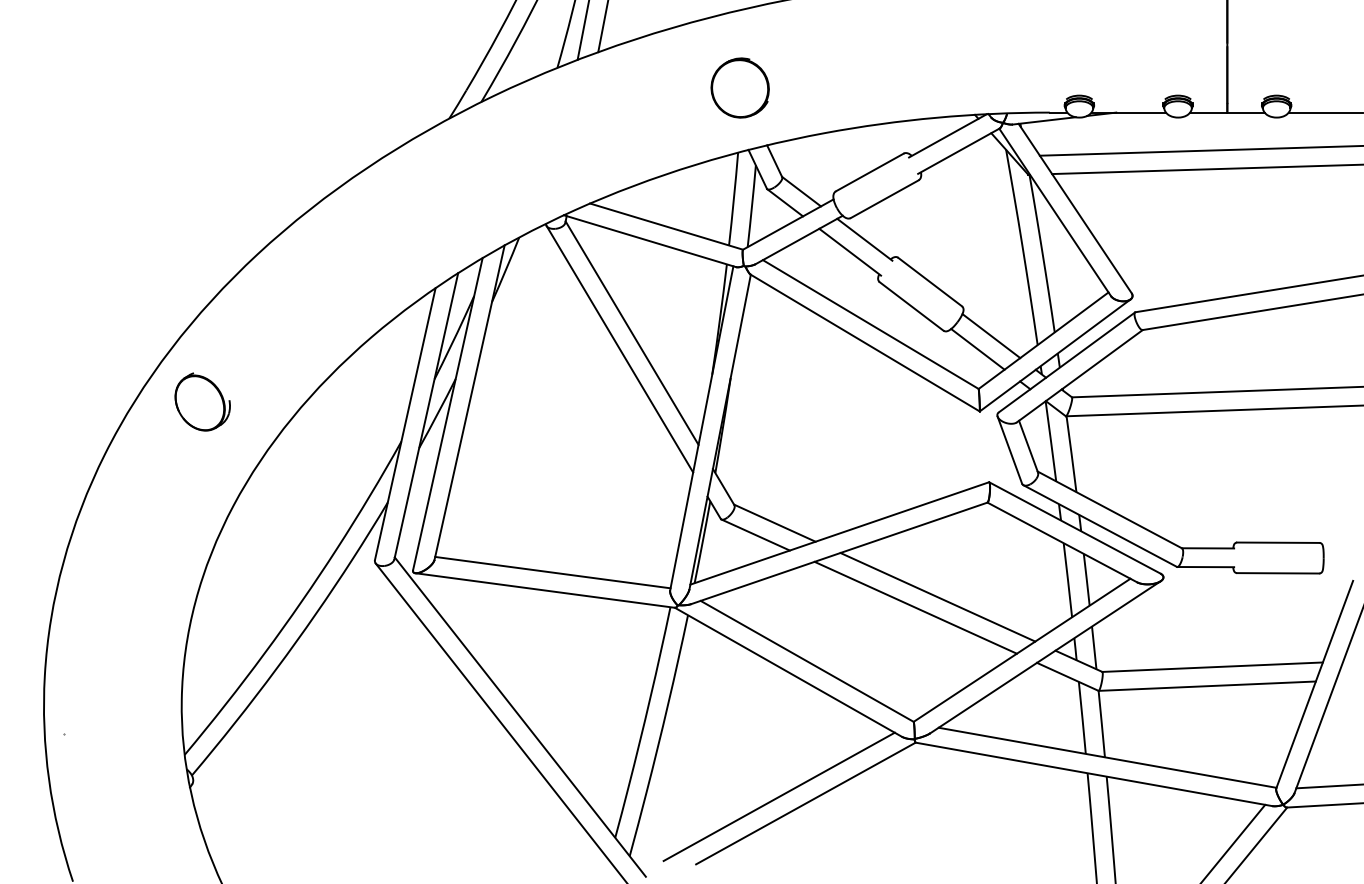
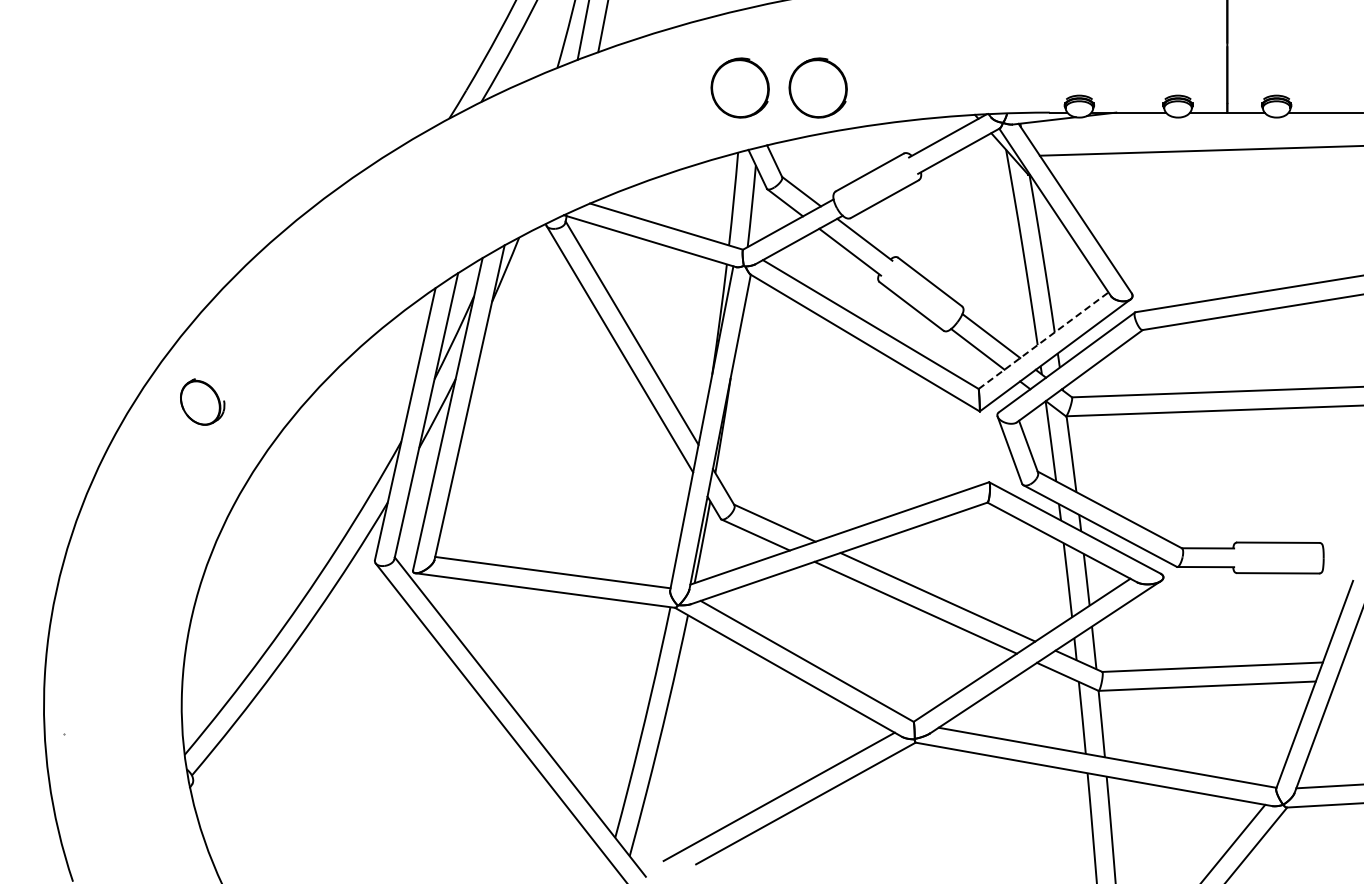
part at (817, 87): none -> present
line at (1206, 169): present -> none
line at (1043, 340): solid -> dashed
part at (202, 401) size: 57x60 px -> 46x48 px
